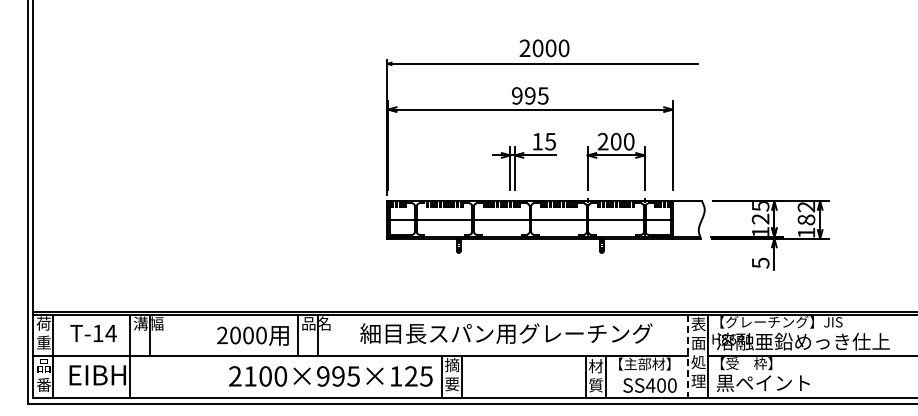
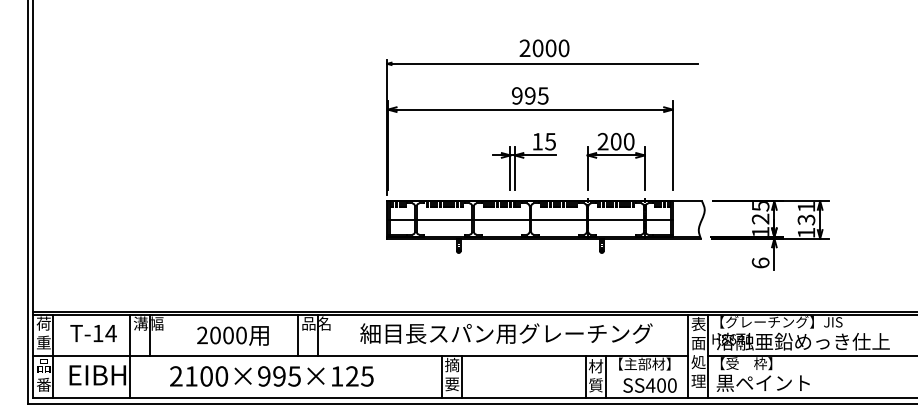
text at (806, 213): 182 -> 131
text at (760, 262): 5 -> 6
text at (252, 335) position: (252, 335) -> (232, 335)
line at (687, 356): dashed -> solid
text at (330, 376) position: (330, 376) -> (271, 376)
